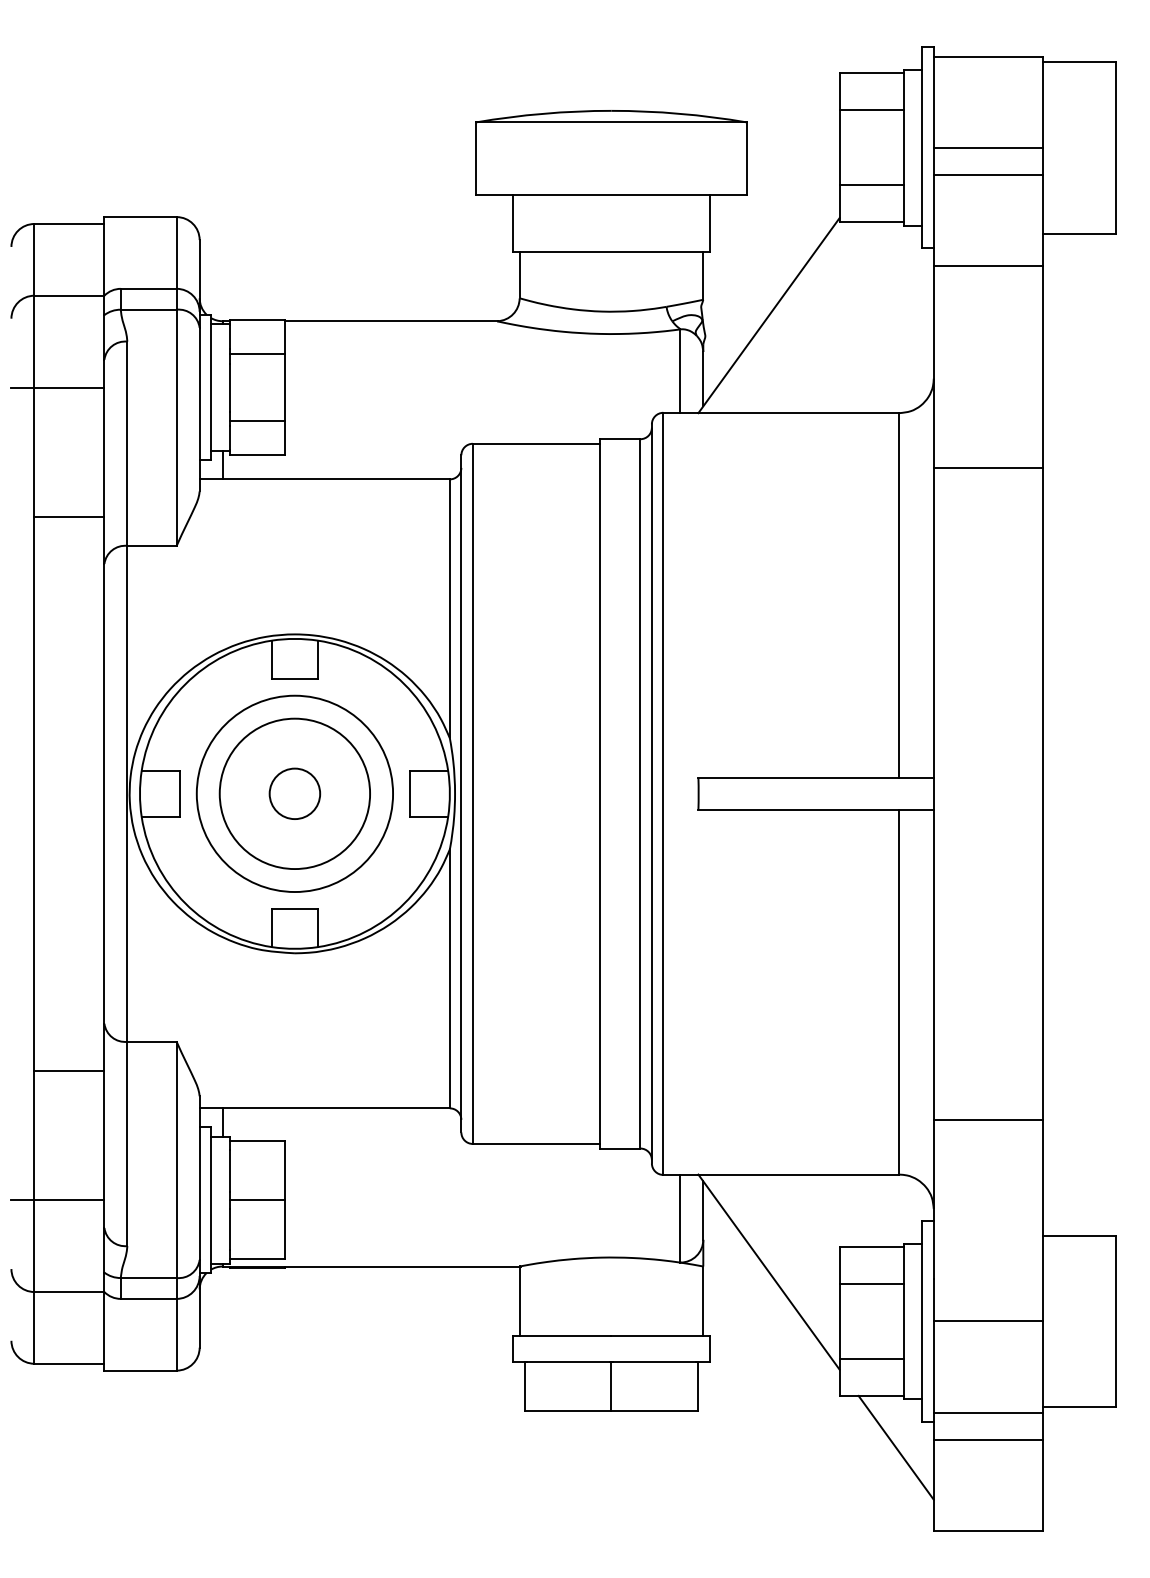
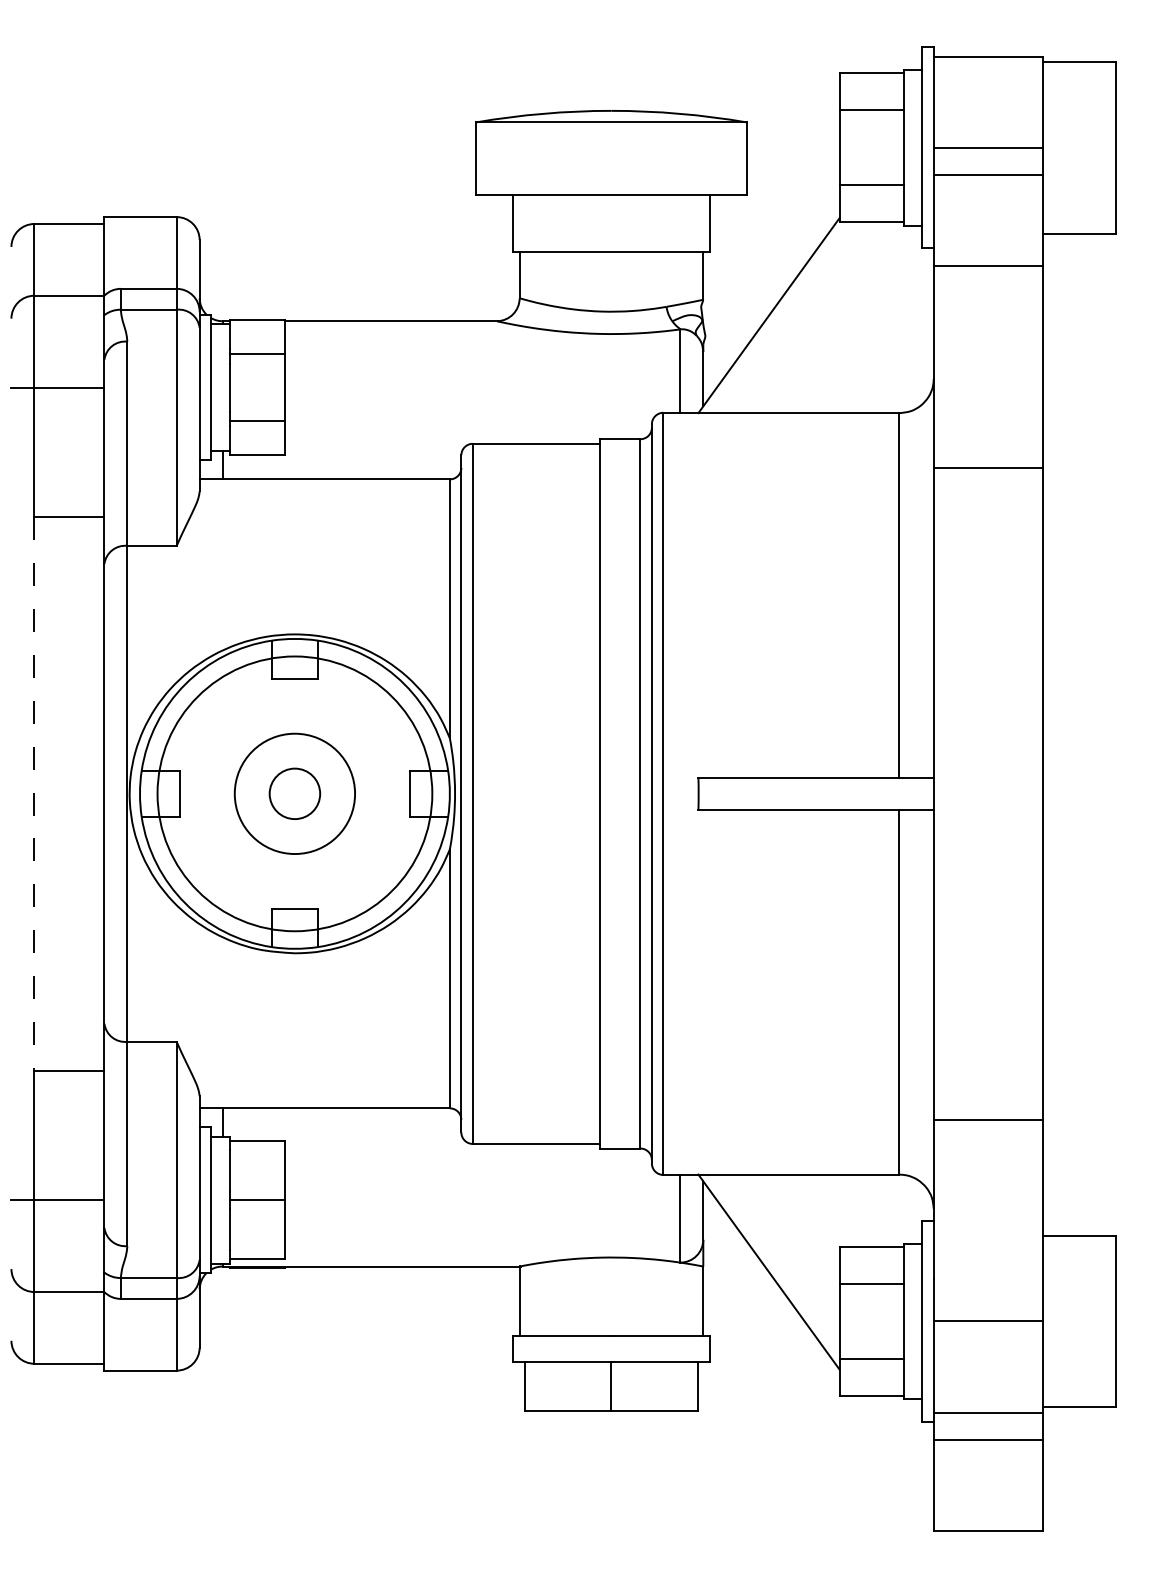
line at (34, 793): solid -> dashed
circle at (294, 793) diameter: 150 px -> 120 px
circle at (294, 793) diameter: 196 px -> 275 px
line at (895, 1447): present -> none
